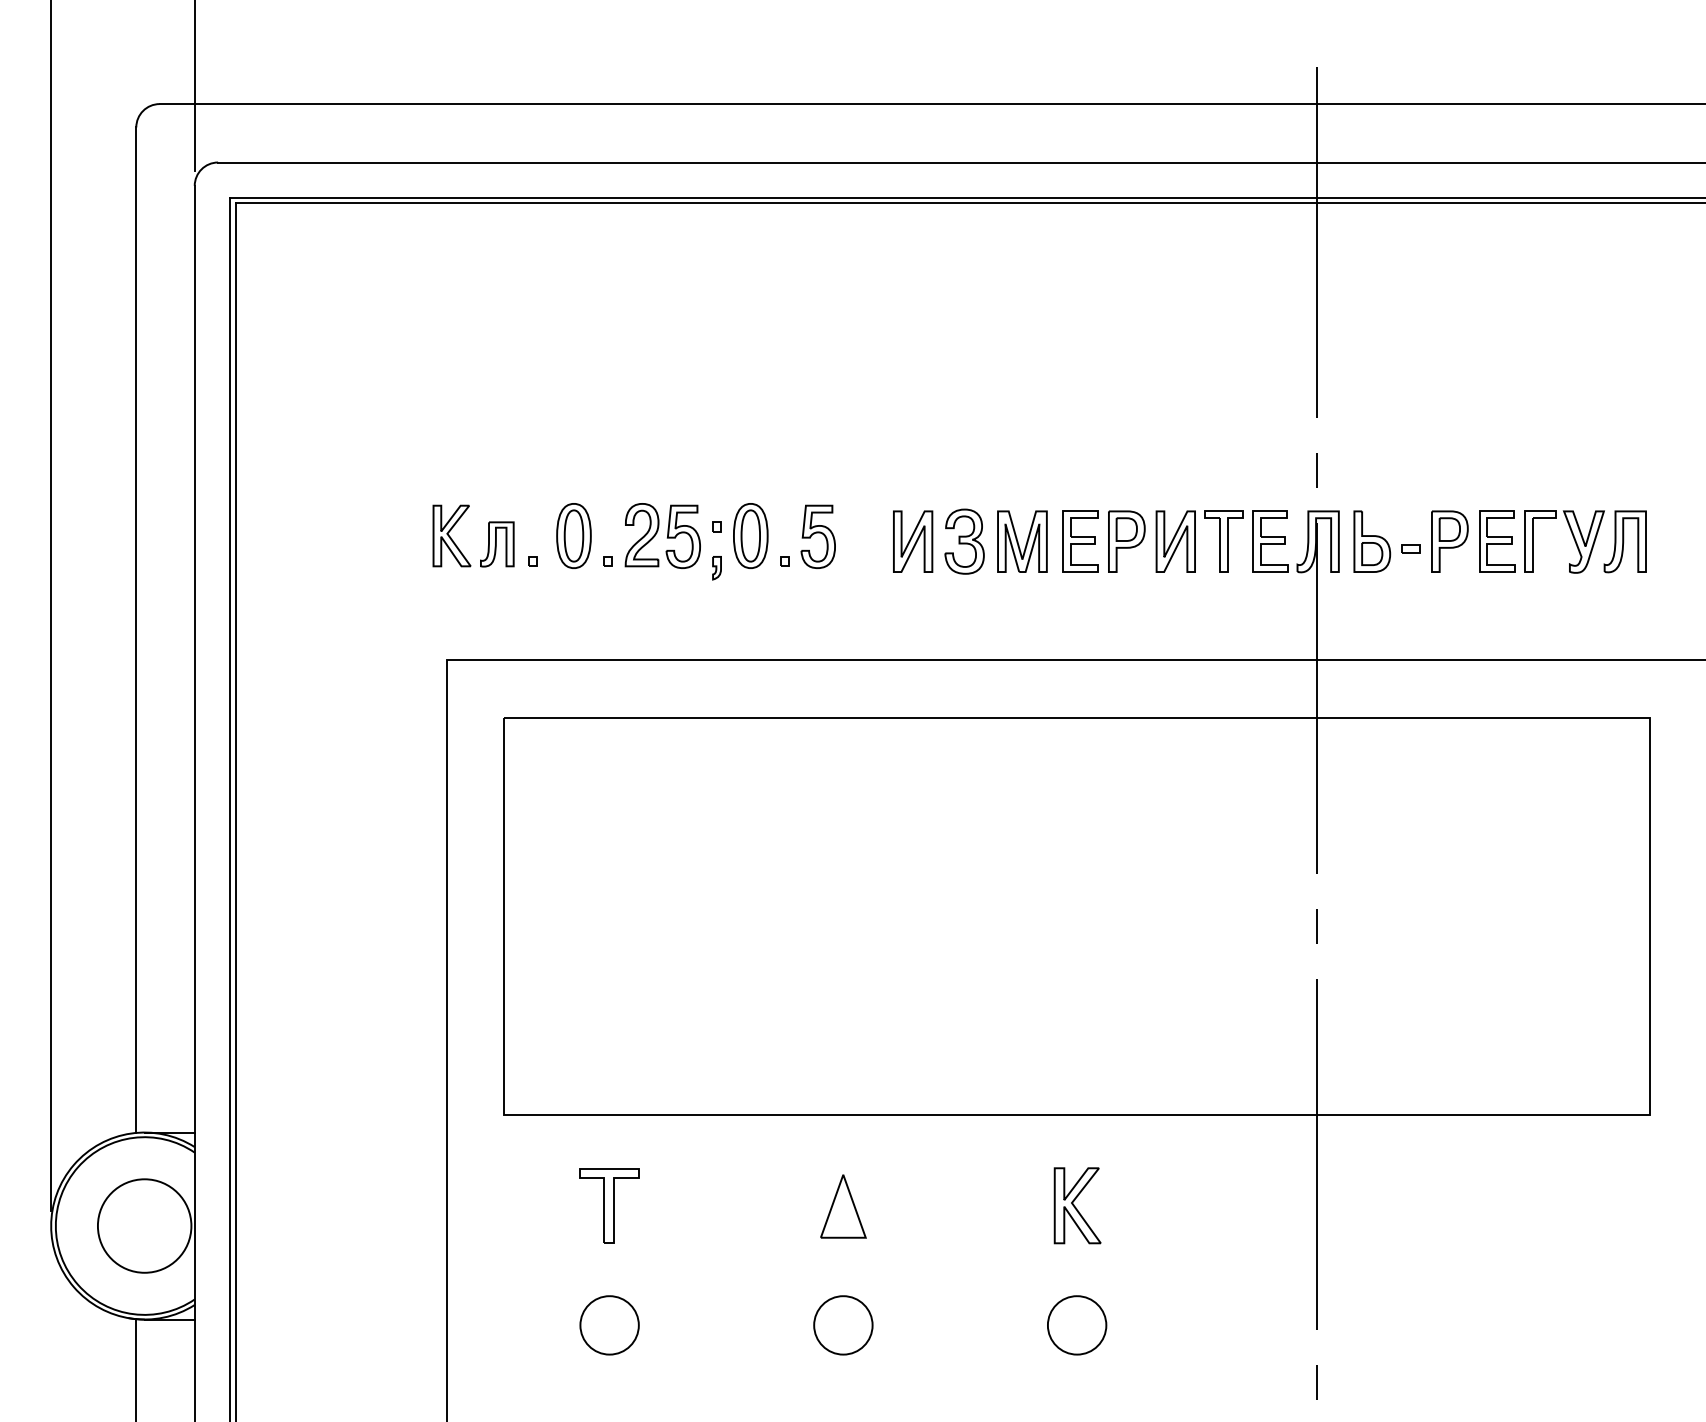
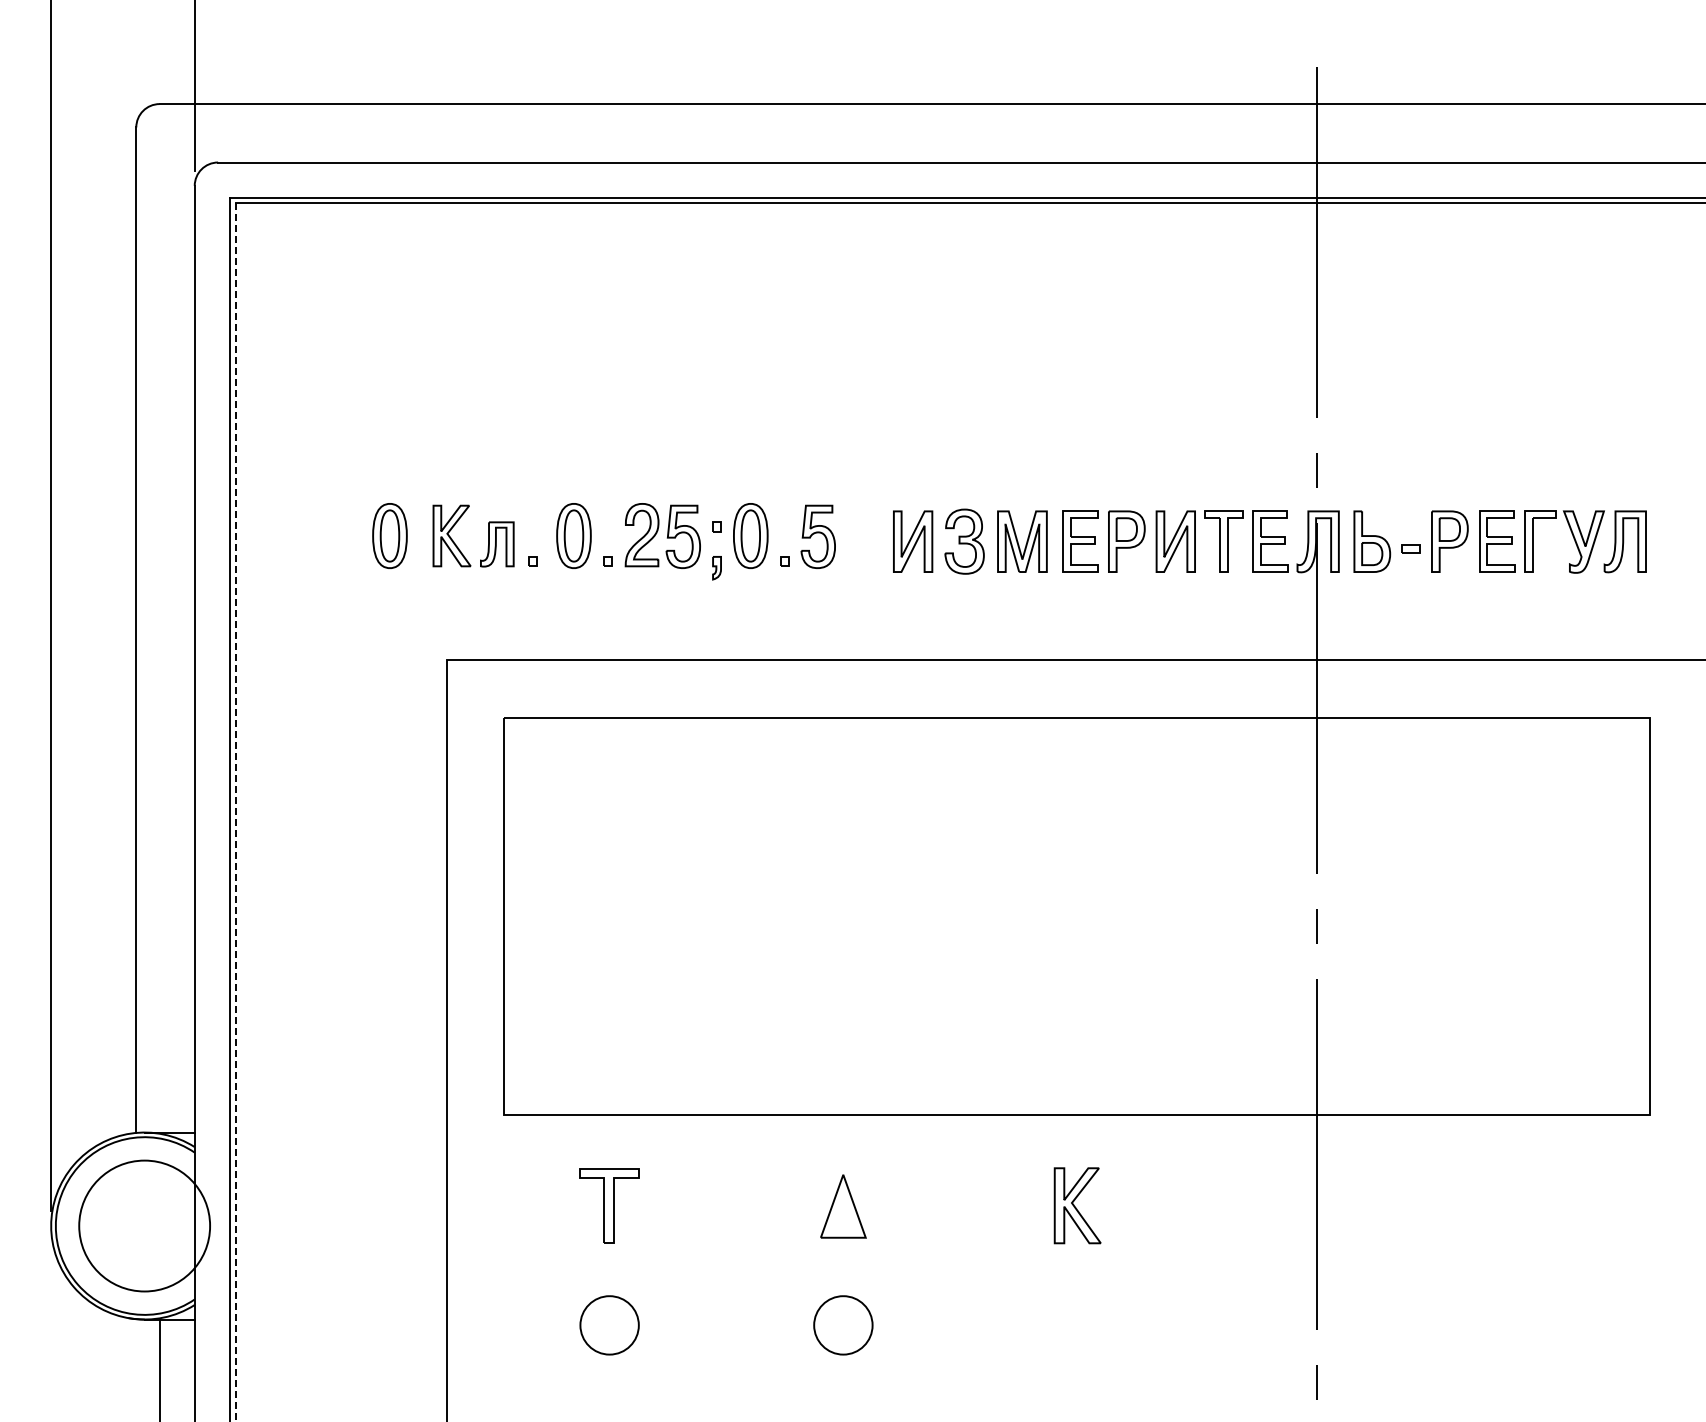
part at (389, 535): none -> present
line at (235, 812): solid -> dashed
circle at (144, 1225) diameter: 93 px -> 131 px
part at (1077, 1325): present -> none
line at (136, 1368) position: (136, 1368) -> (160, 1368)
